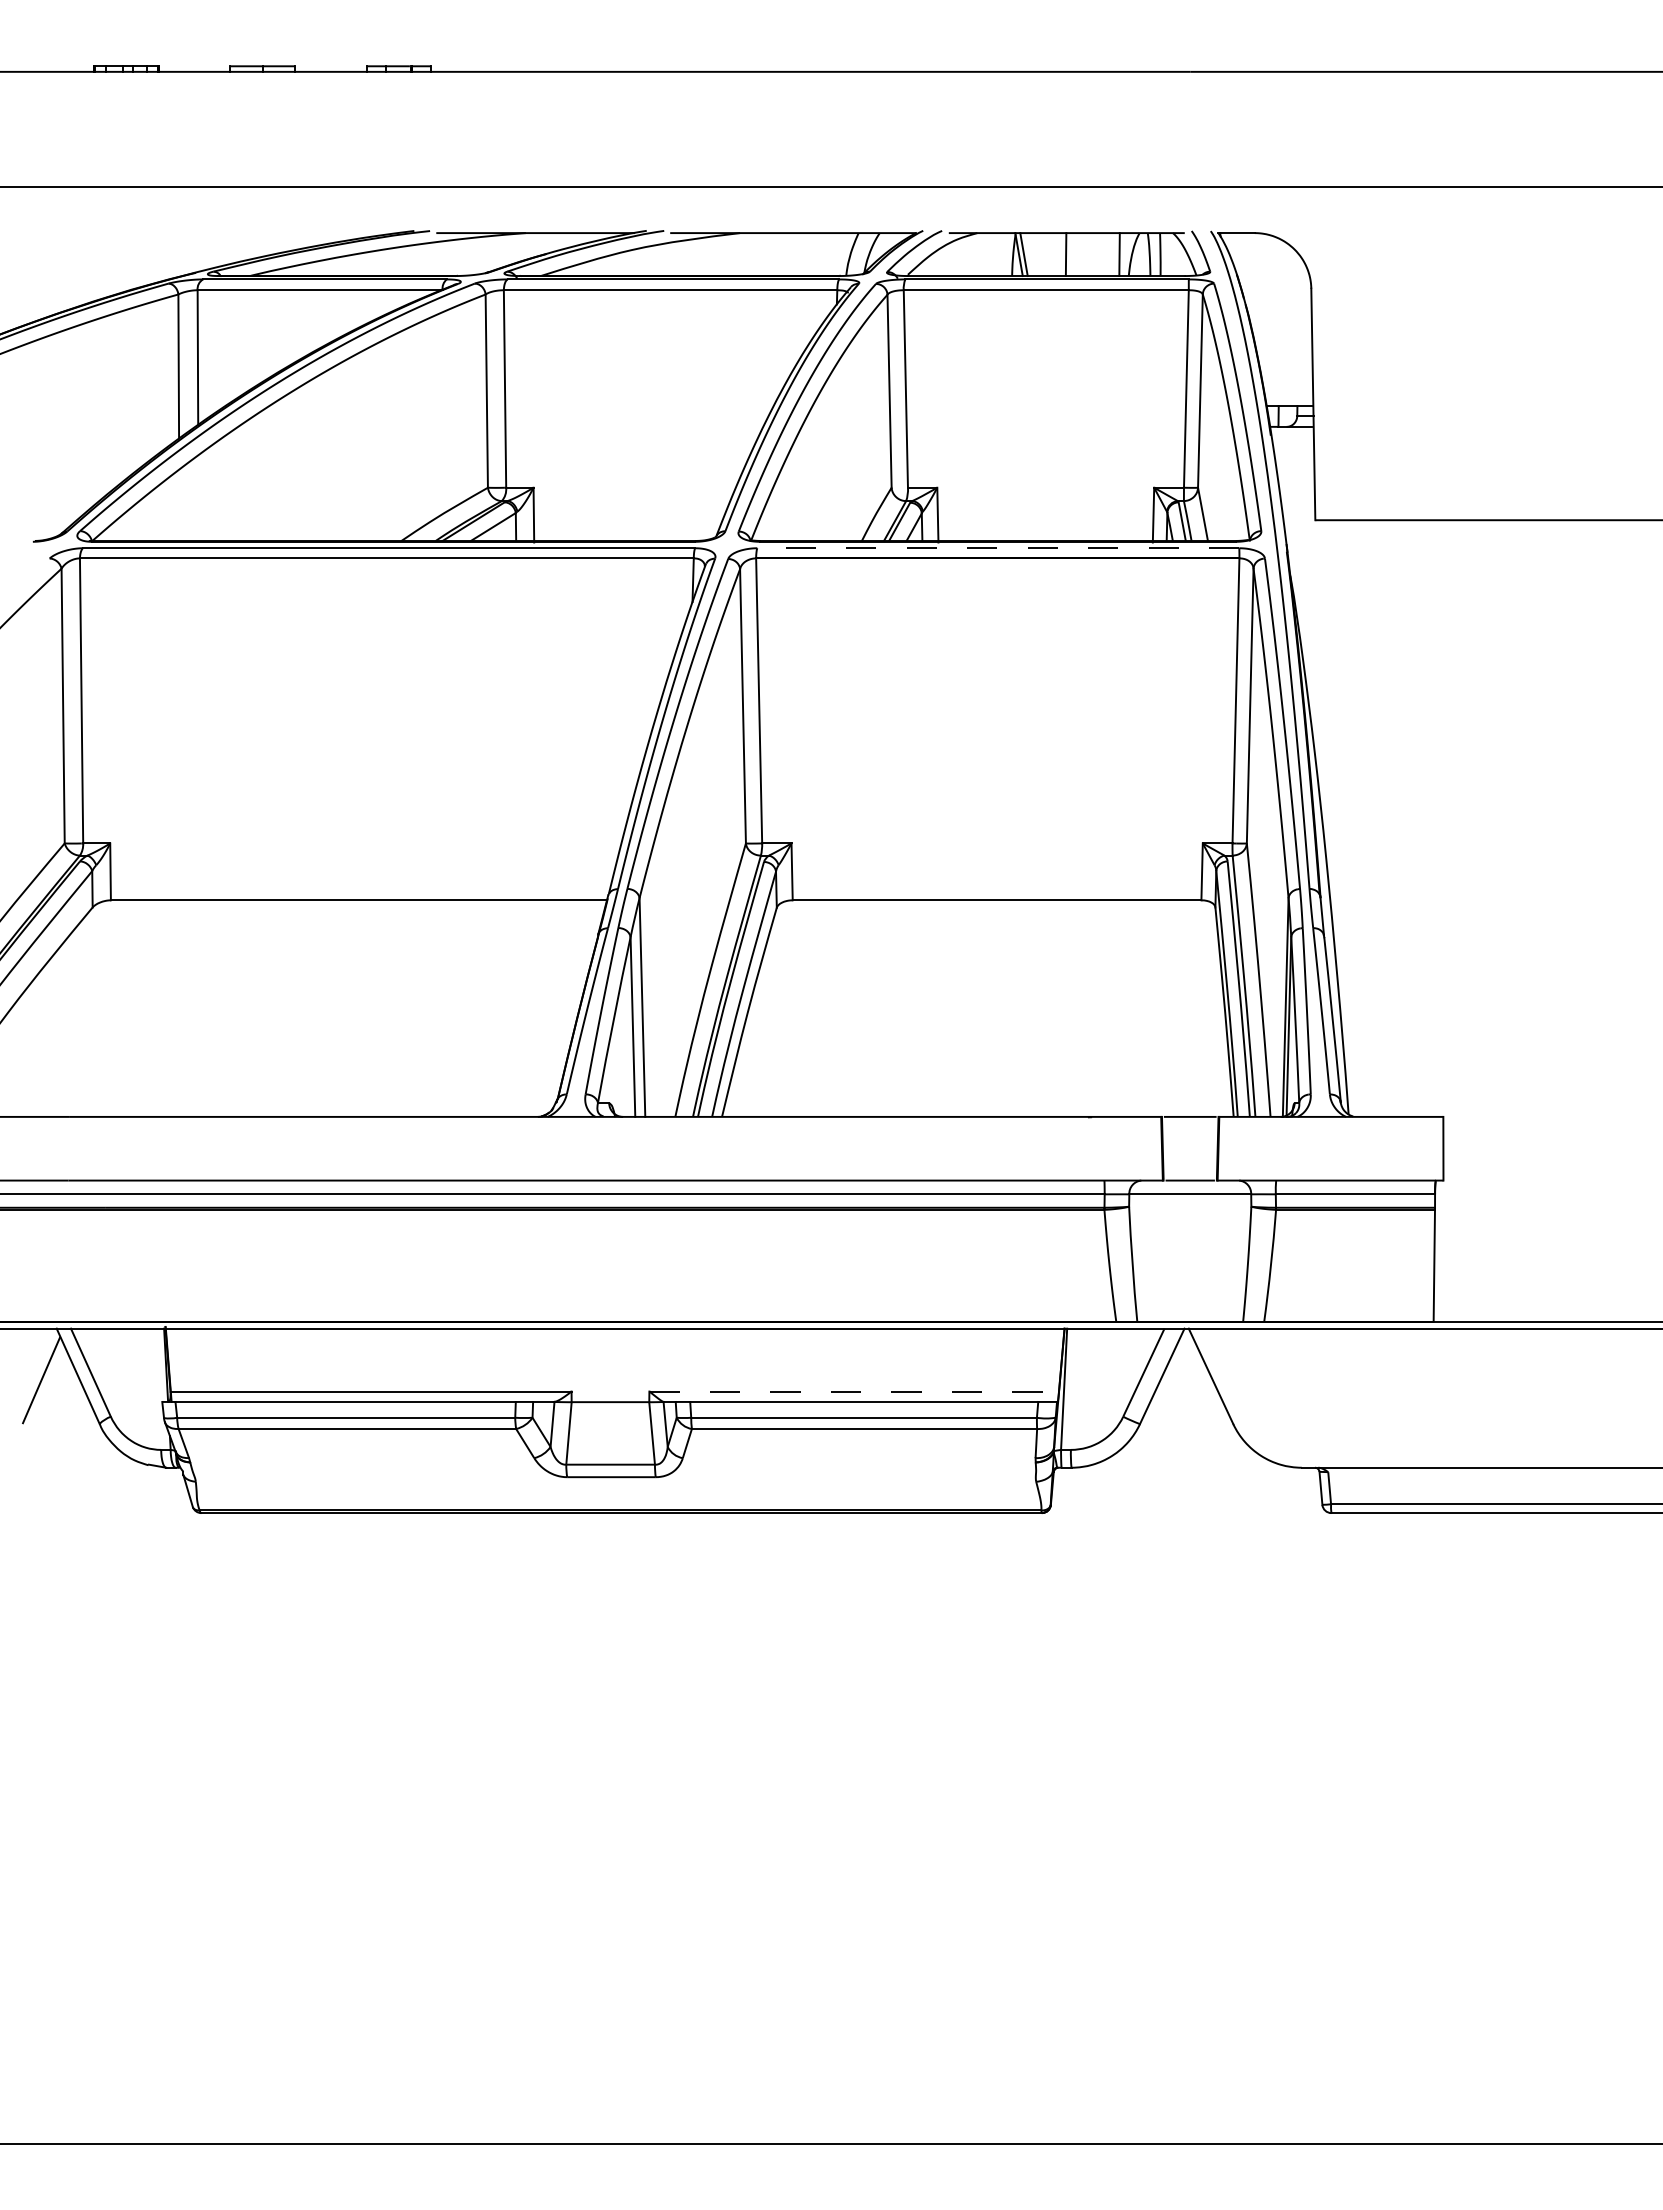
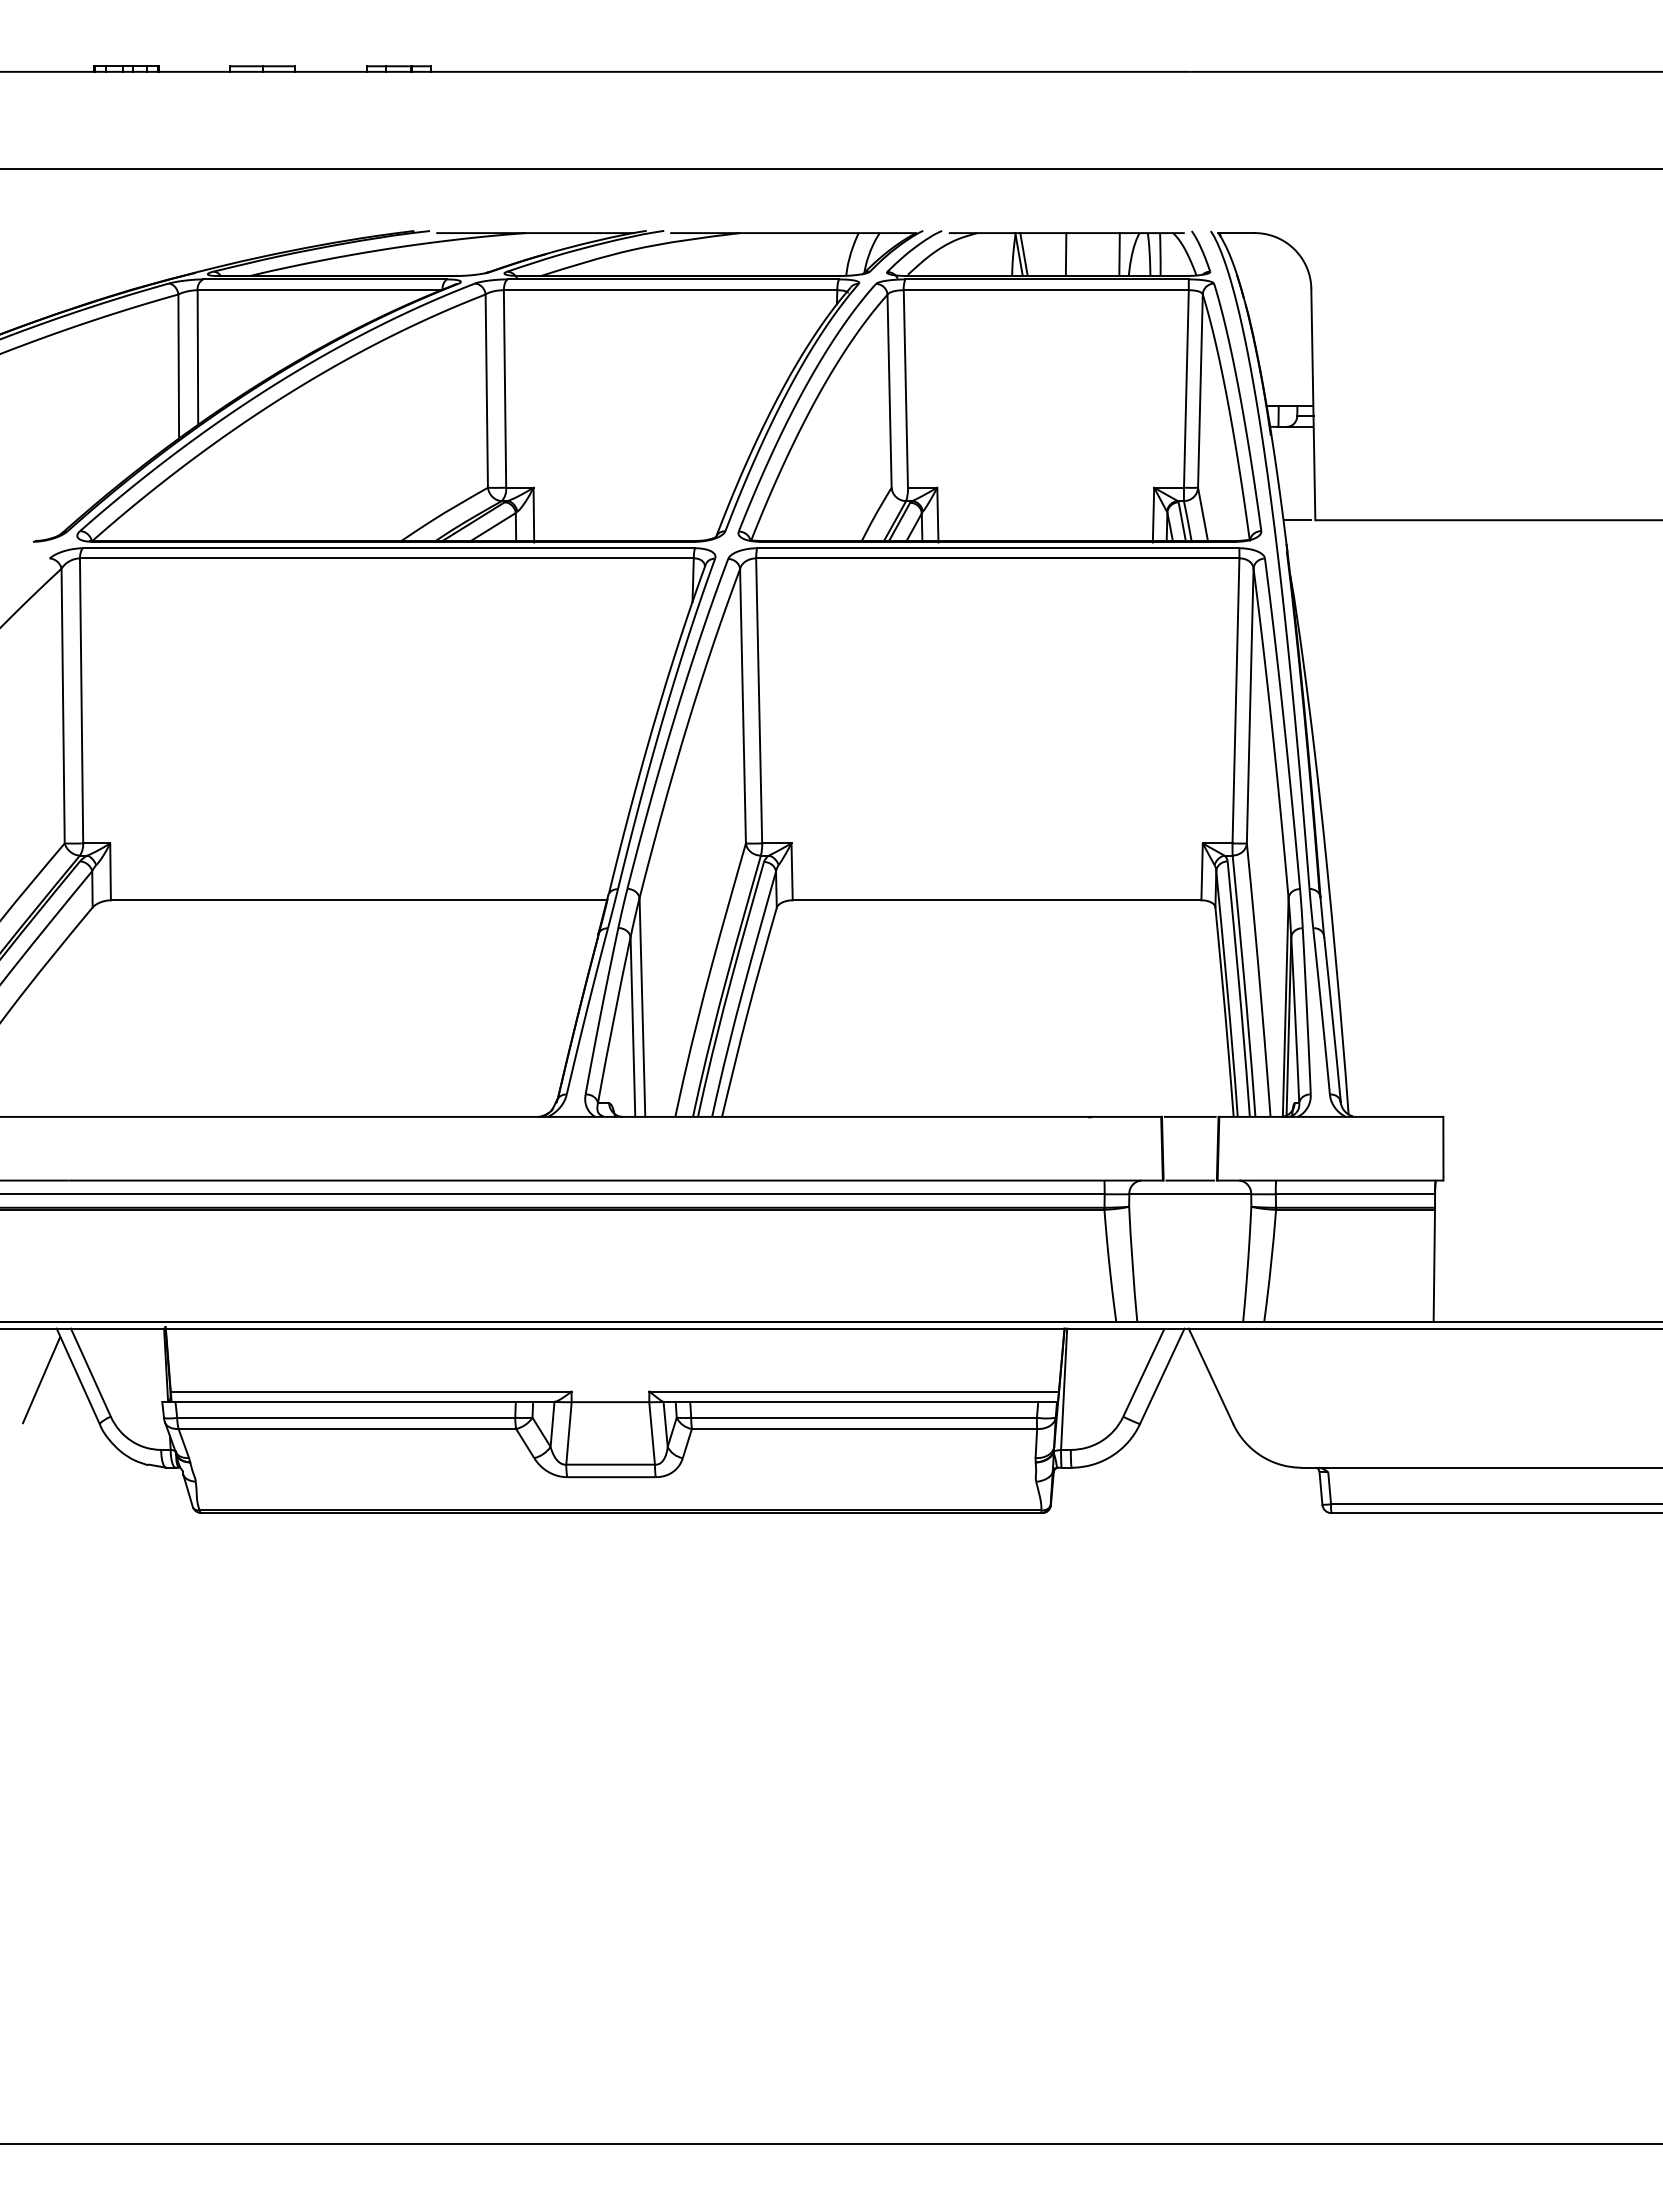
line at (830, 187) position: (830, 187) -> (830, 169)
line at (1297, 520): none -> present
line at (997, 548): dashed -> solid
line at (854, 1391): dashed -> solid
